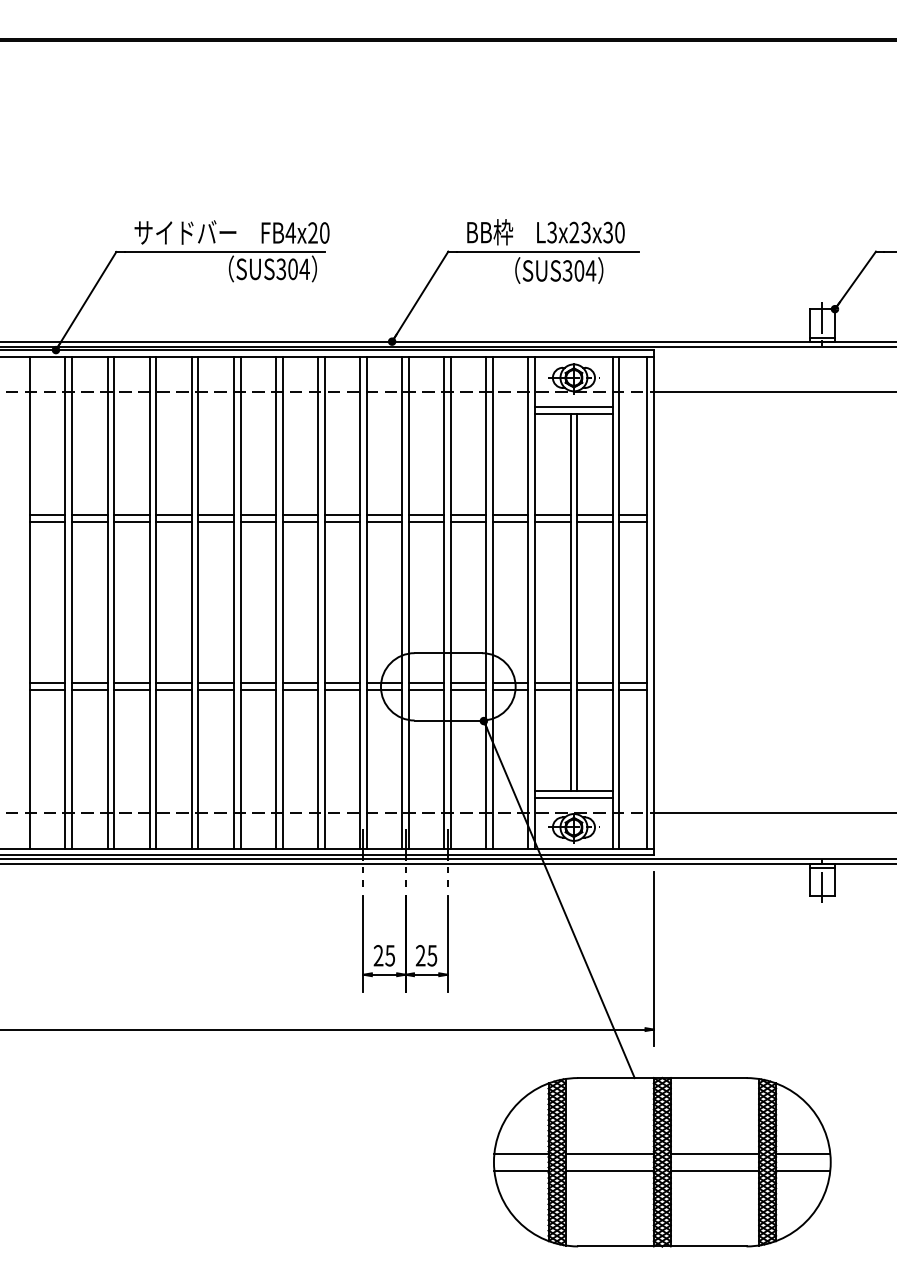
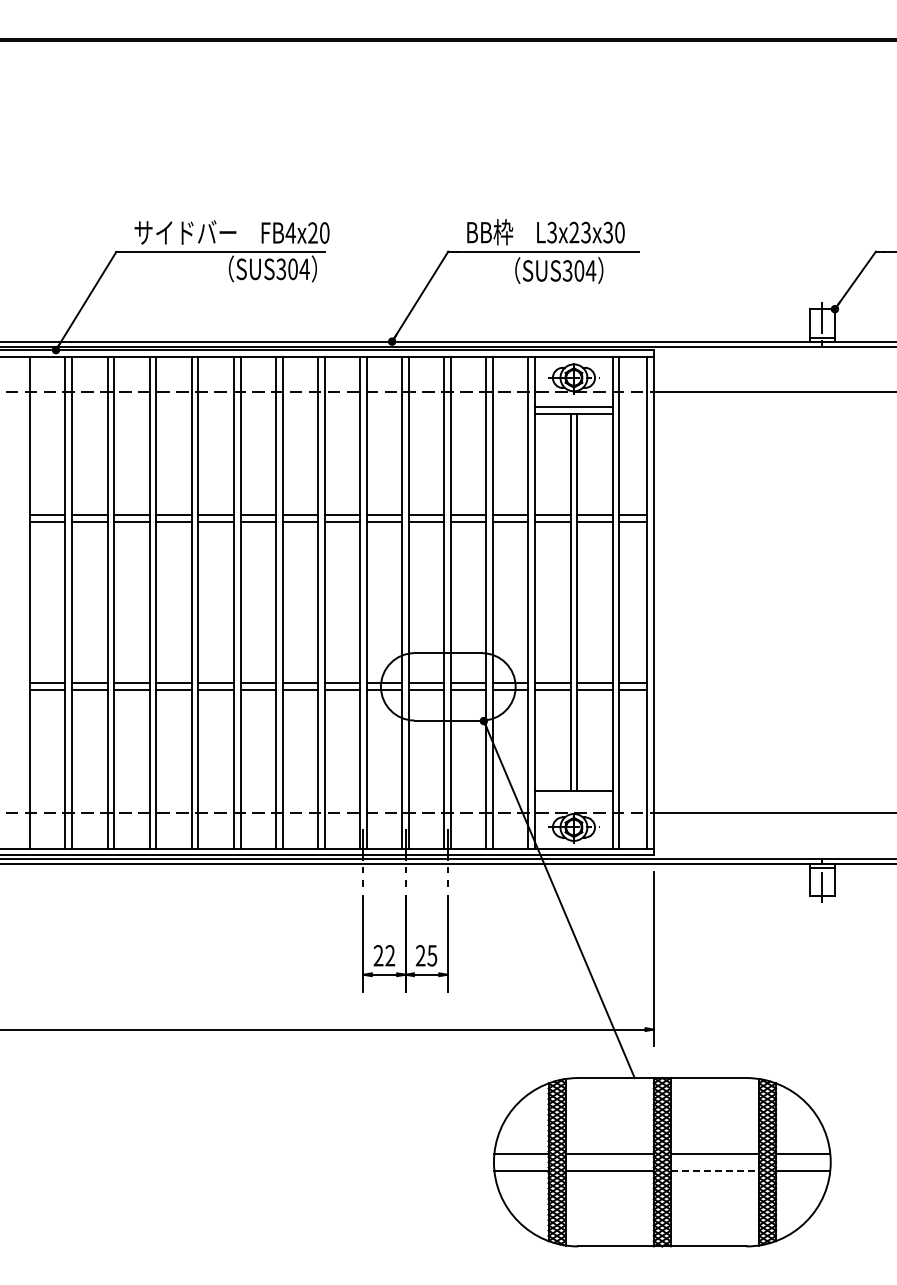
line at (573, 798): present -> none
text at (390, 955): 25 -> 22
line at (715, 1170): solid -> dashed
